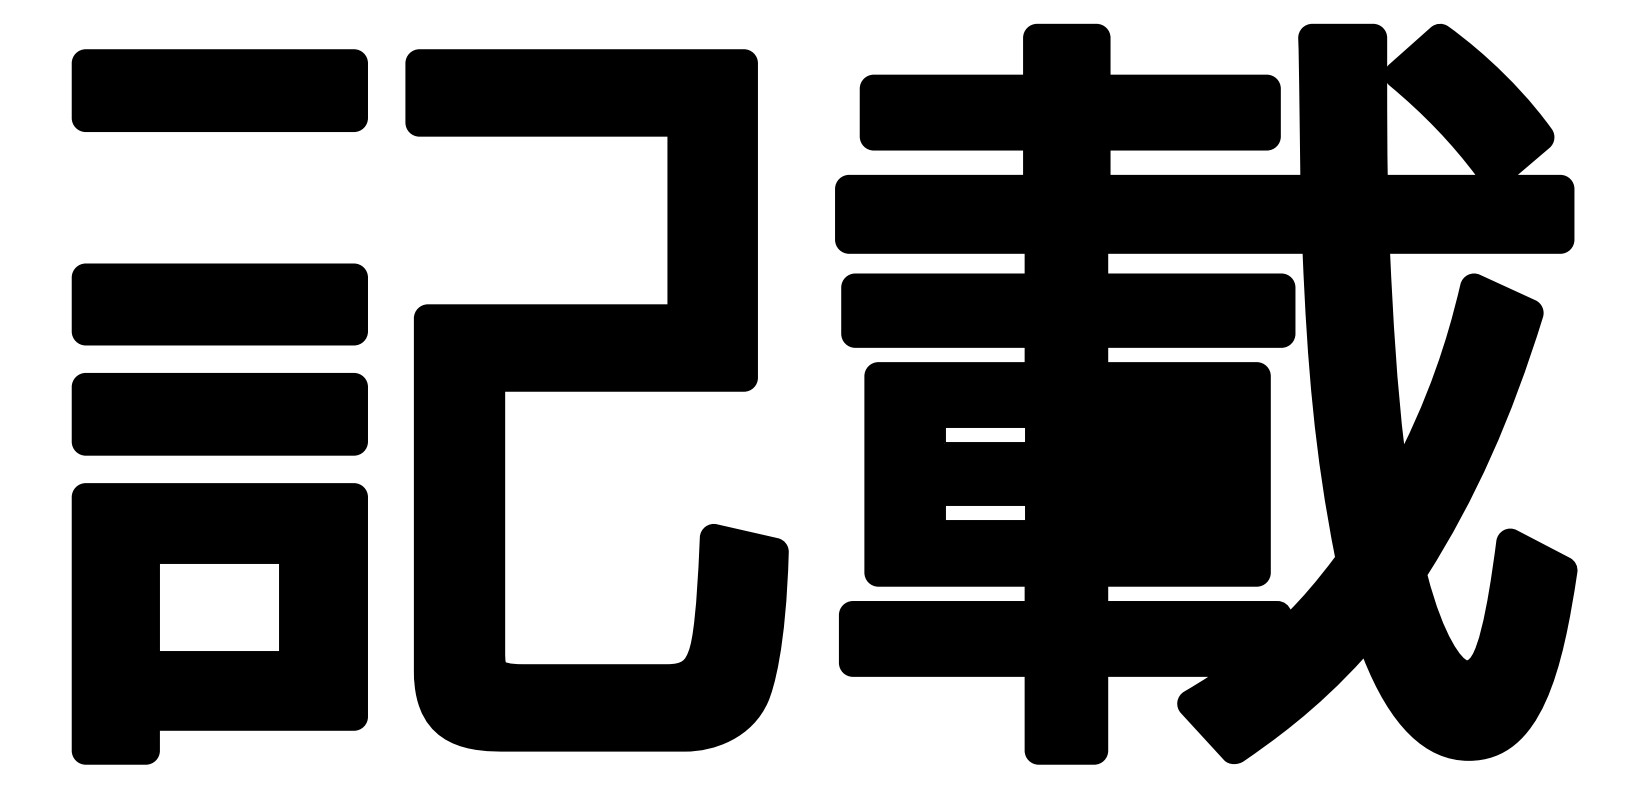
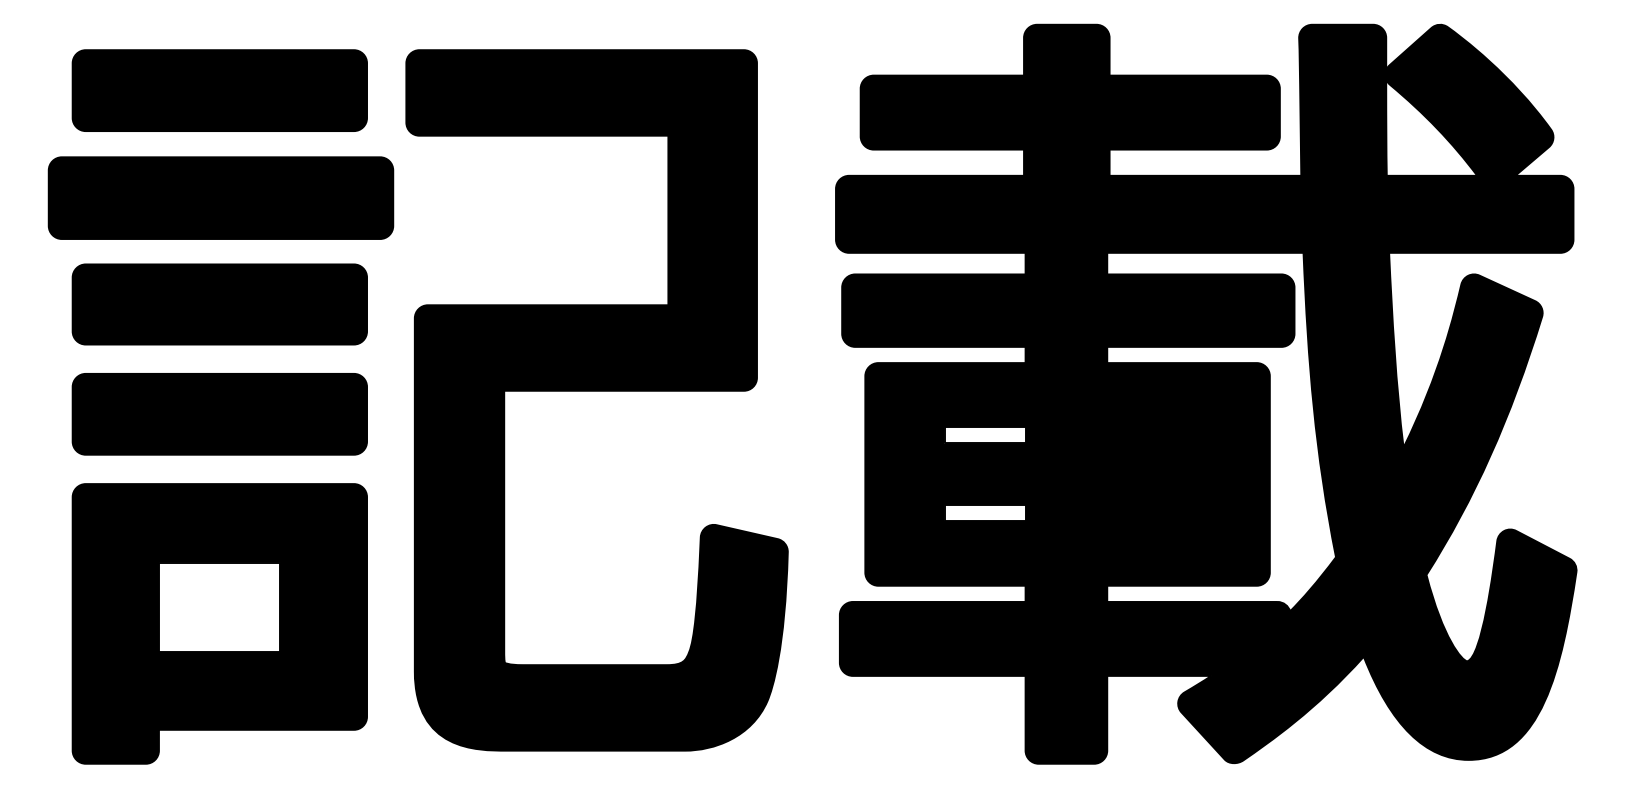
part at (220, 197): none -> present
